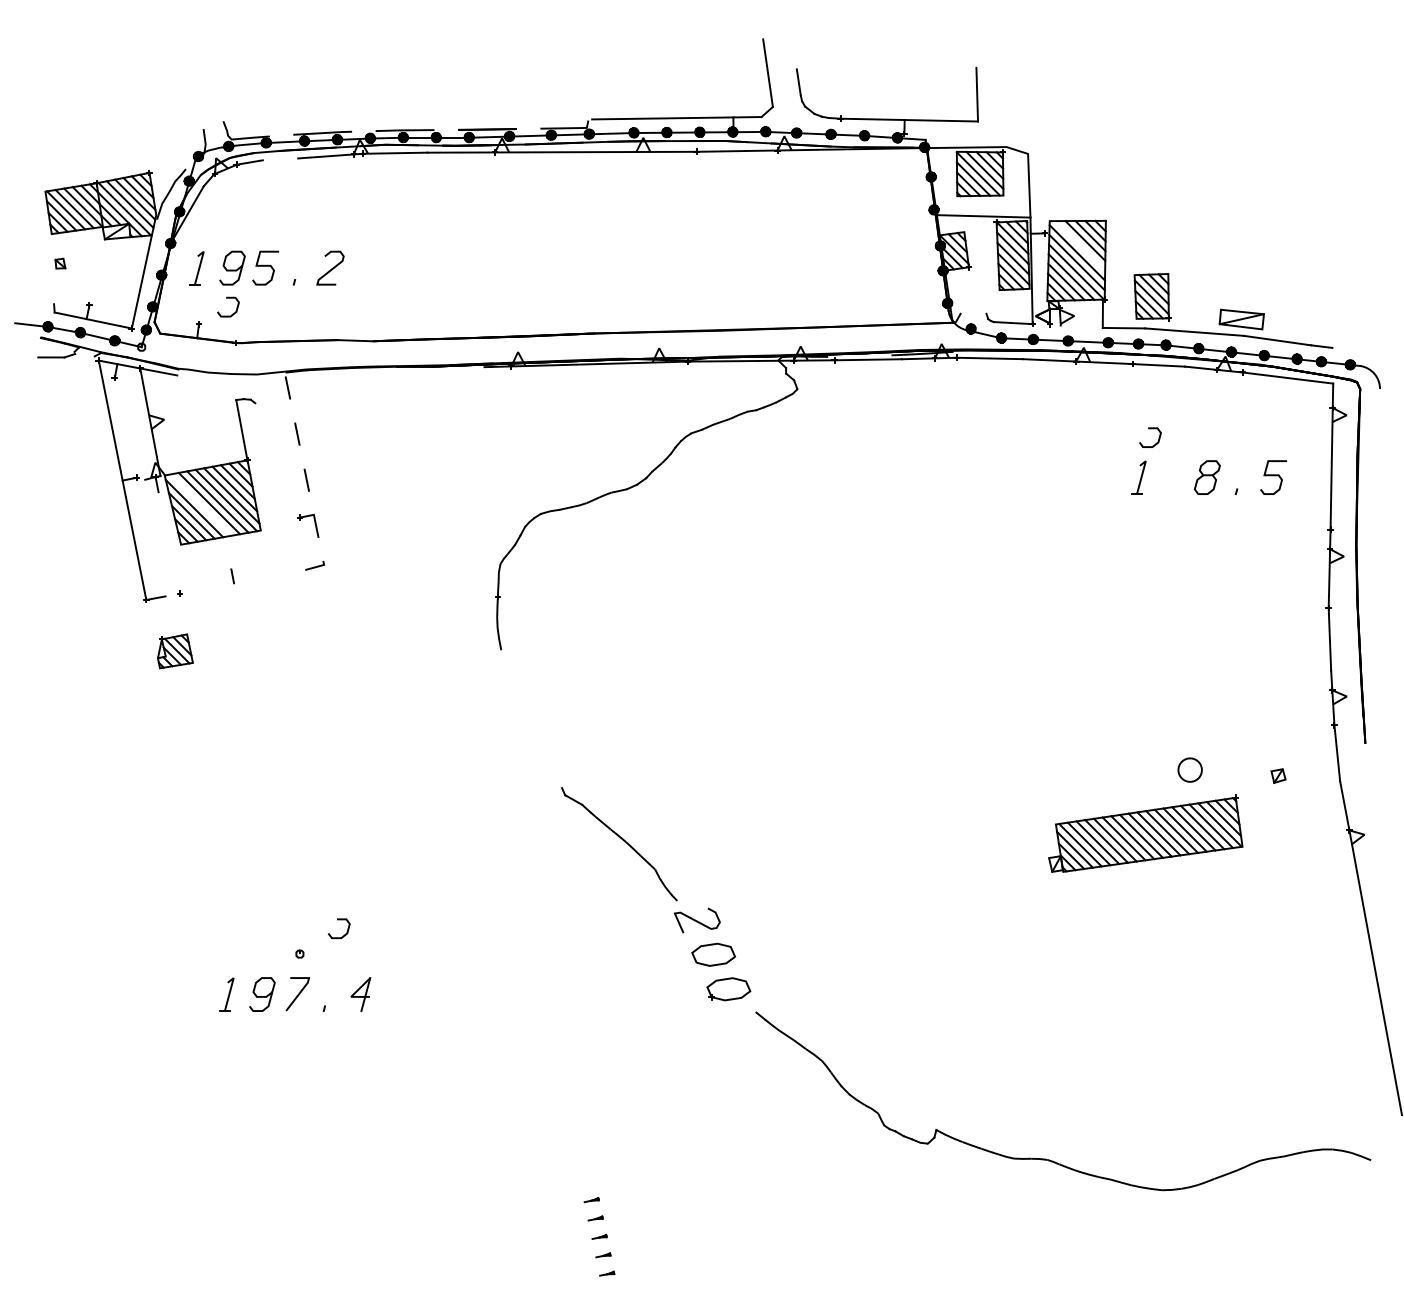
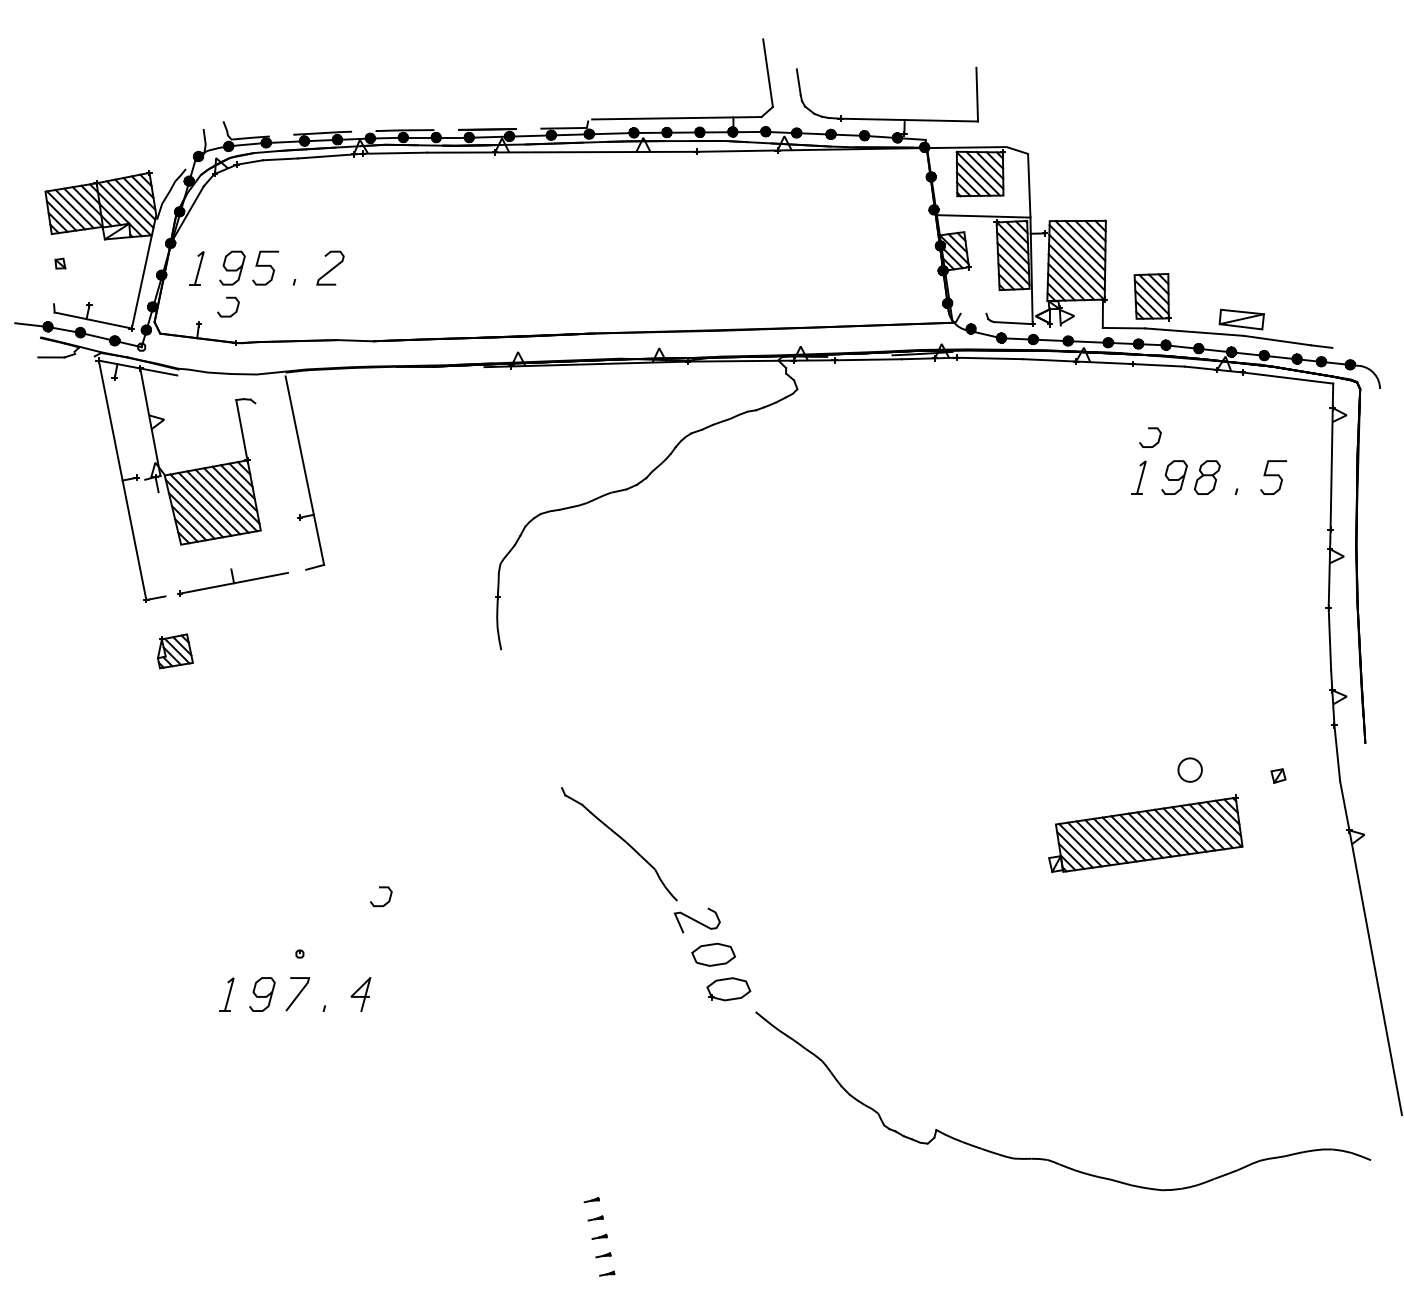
line at (280, 159): none -> present
line at (1080, 245): none -> present
line at (304, 471): dashed -> solid
curve at (1174, 479): none -> present
line at (200, 504): none -> present
line at (234, 582): none -> present
curve at (346, 931) position: (346, 931) -> (388, 899)
